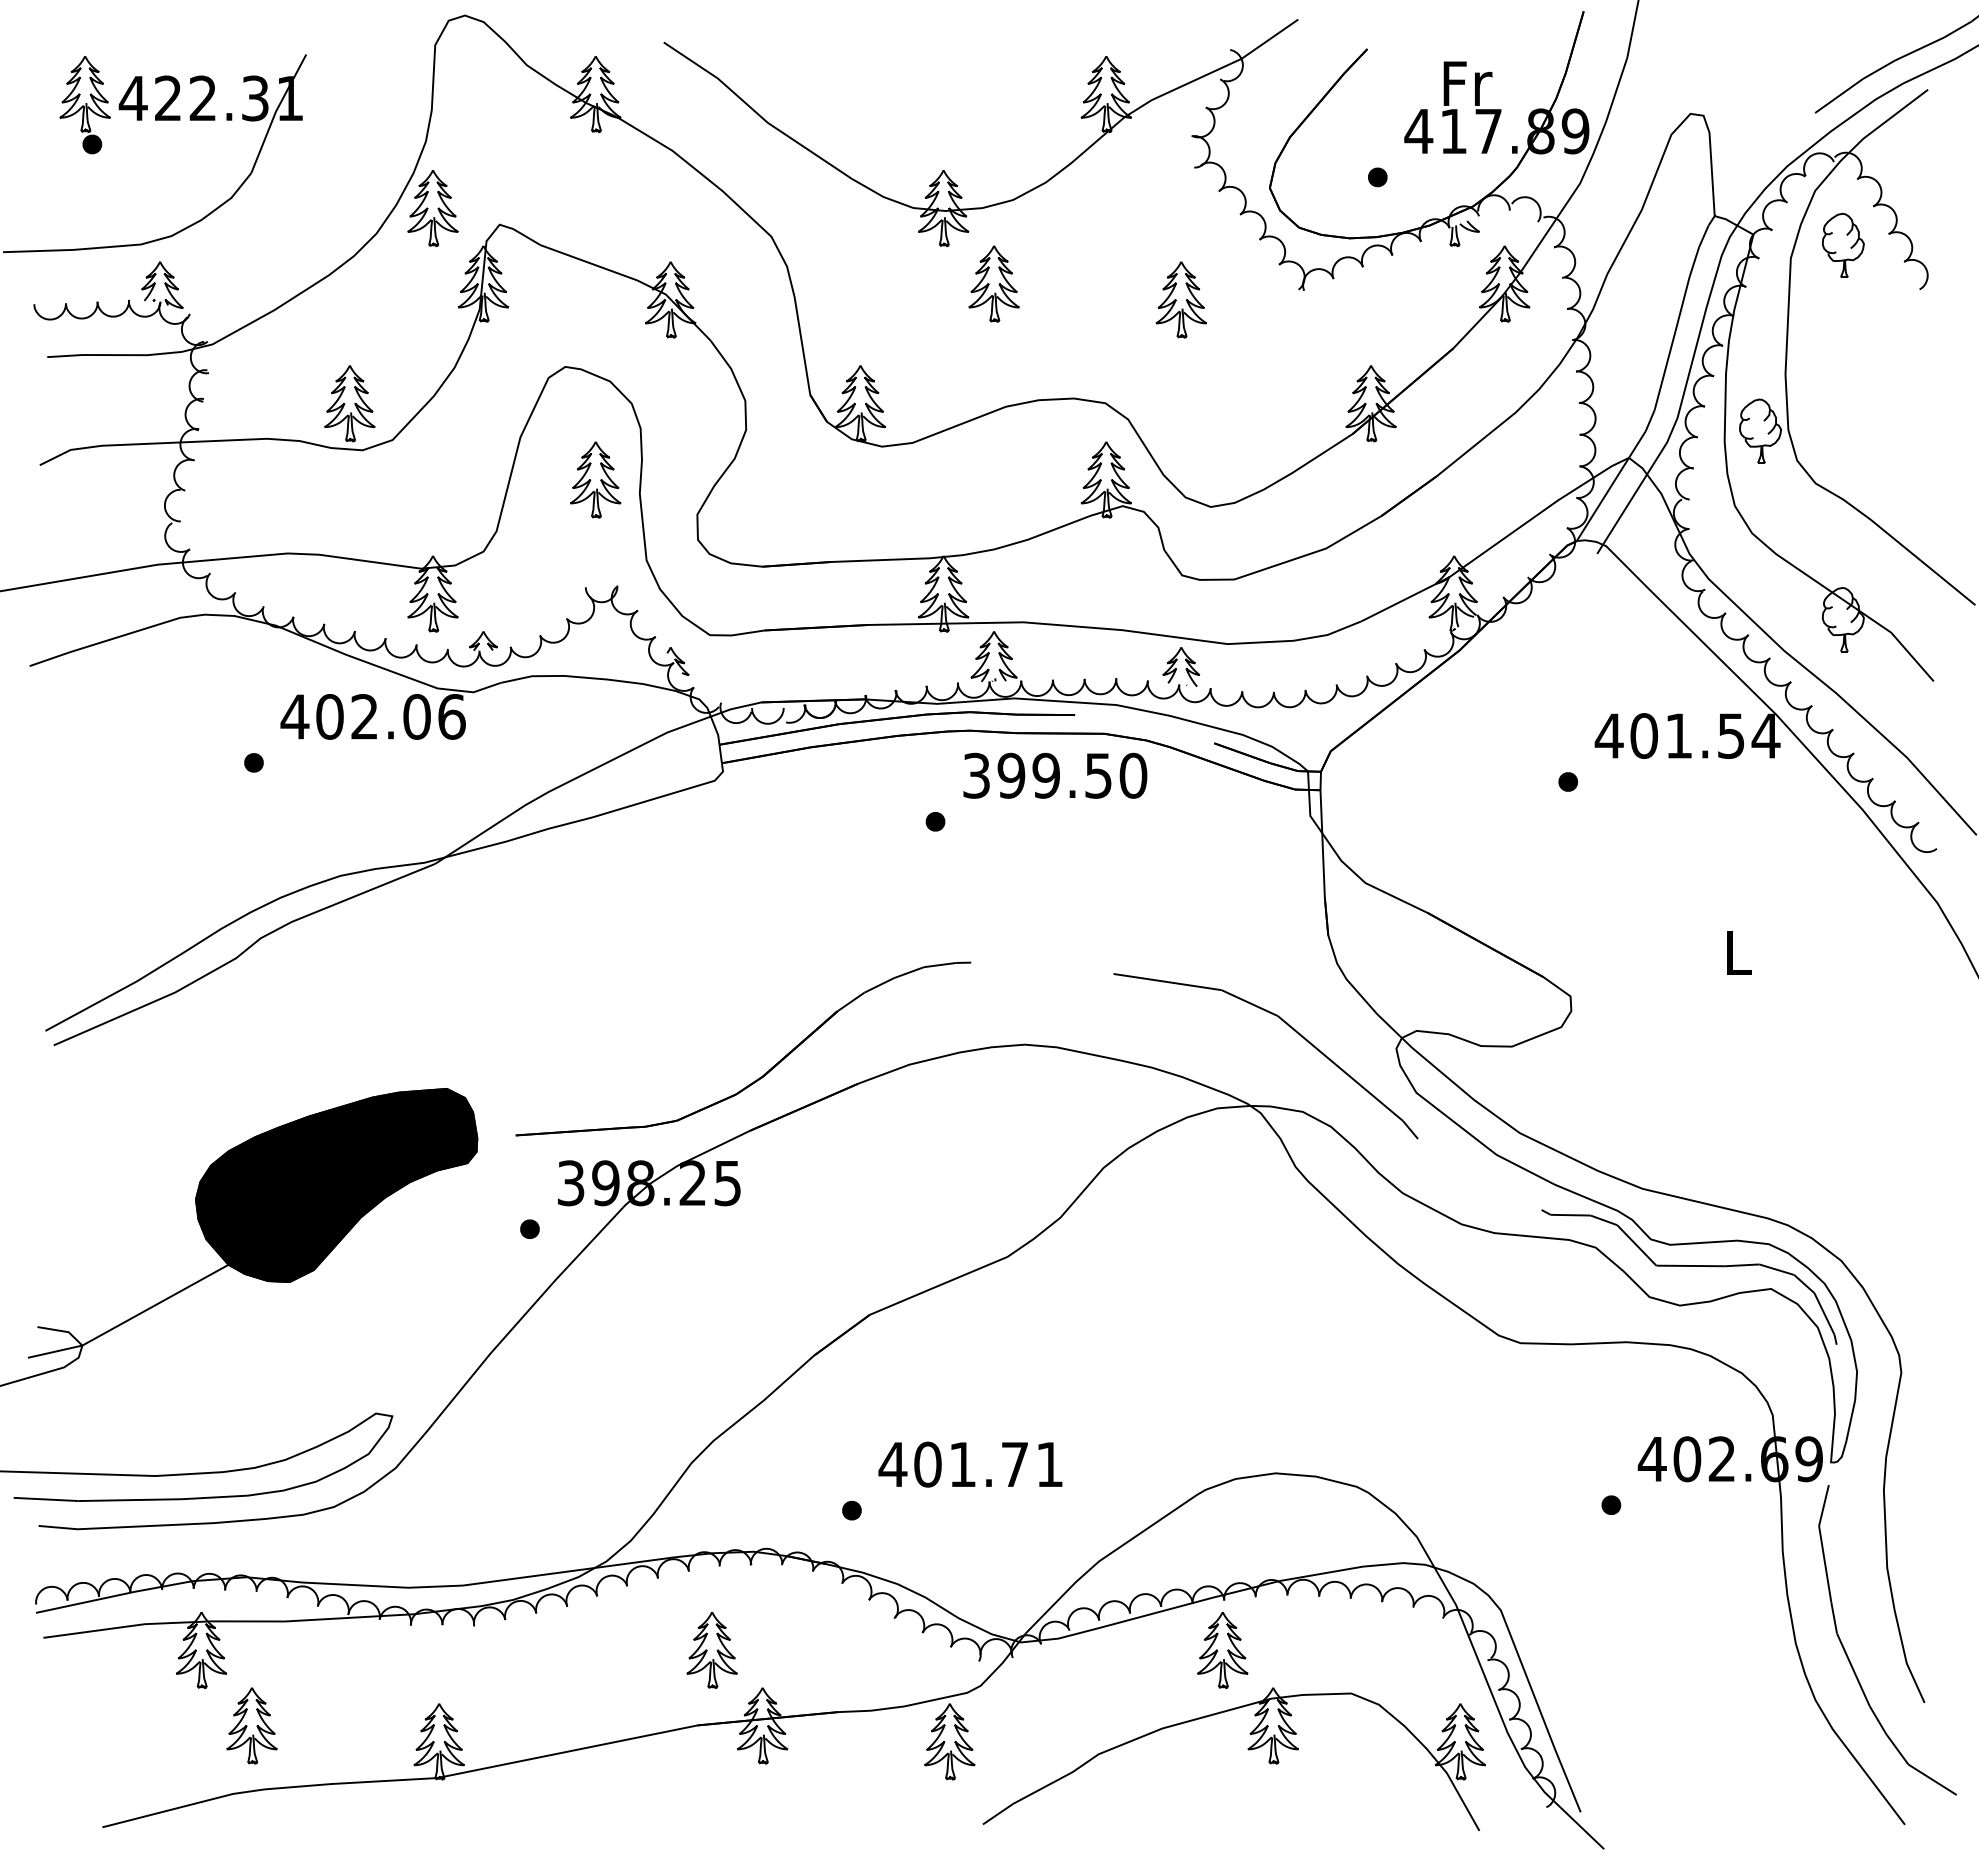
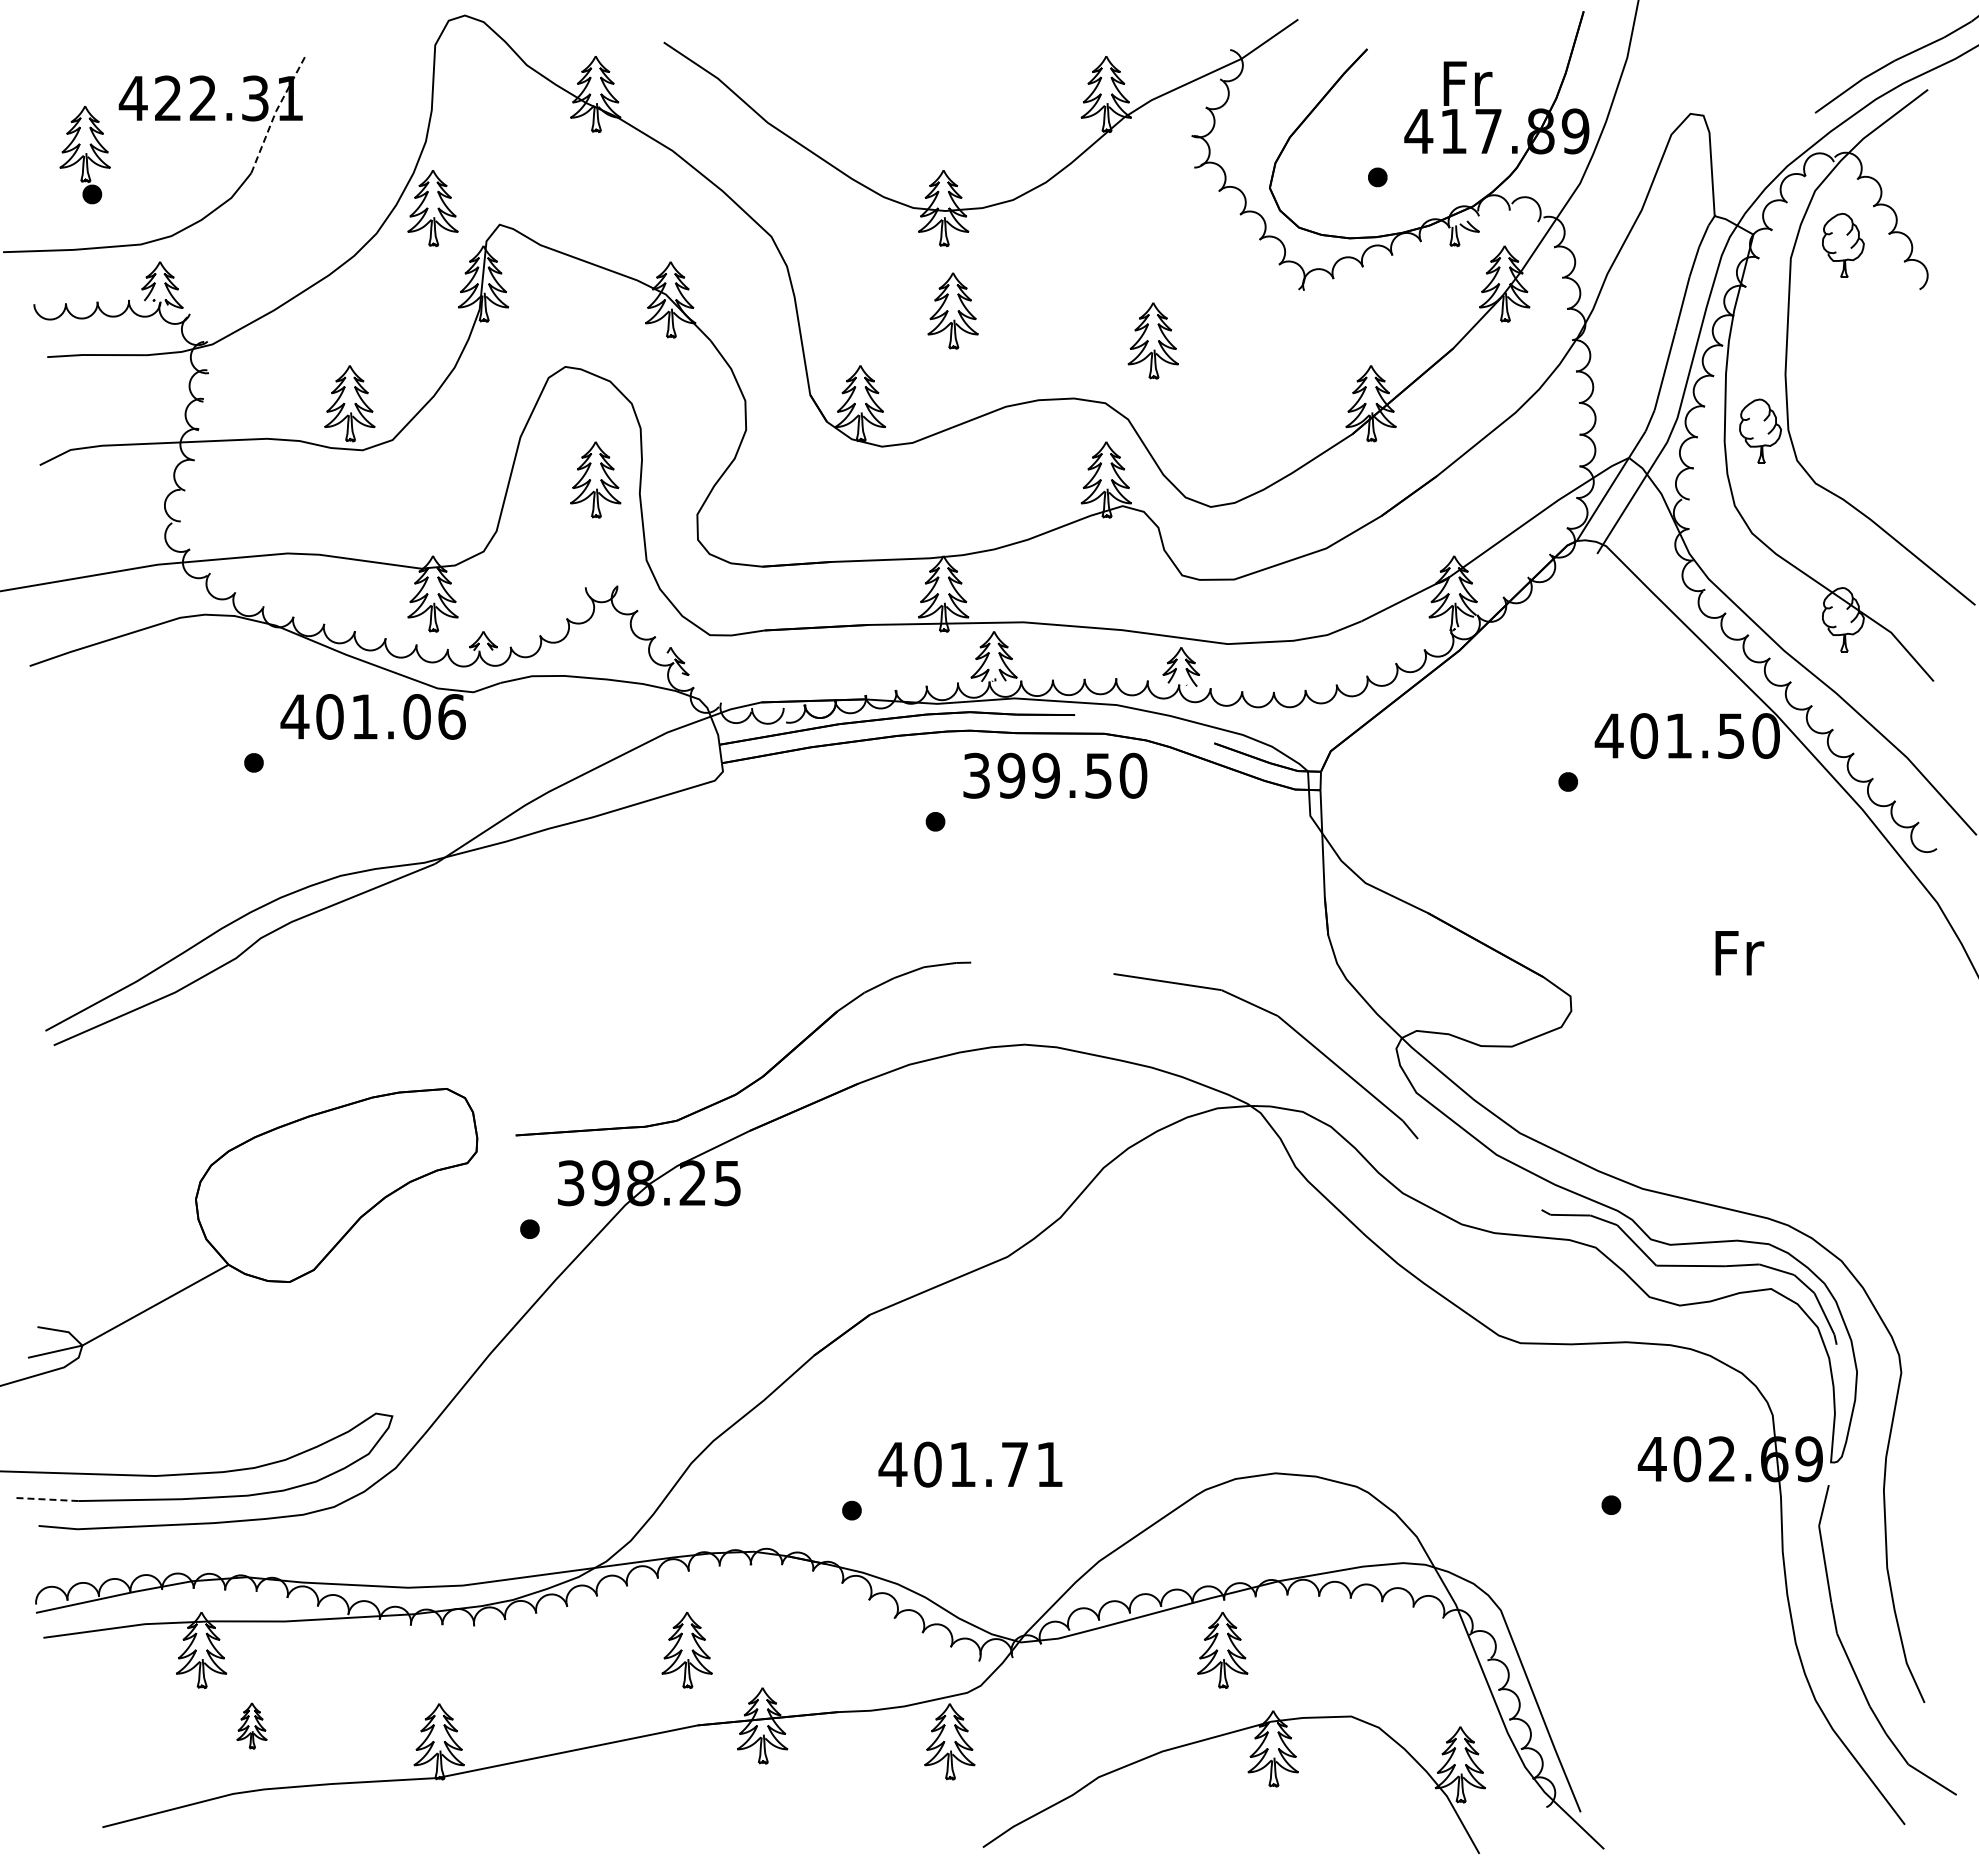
part at (84, 105) position: (84, 105) -> (84, 155)
line at (276, 111): solid -> dashed
part at (993, 283) position: (993, 283) -> (952, 310)
part at (1180, 299) position: (1180, 299) -> (1152, 340)
text at (364, 716): 402.06 -> 401.06
text at (1765, 735): 401.54 -> 401.50
text at (1739, 953): L -> Fr
fill at (336, 1185): present -> none
line at (45, 1499): solid -> dashed
part at (711, 1650) position: (711, 1650) -> (686, 1650)
part at (251, 1725) size: 52x78 px -> 32x48 px
part at (1247, 1749) position: (1247, 1749) -> (1247, 1772)
